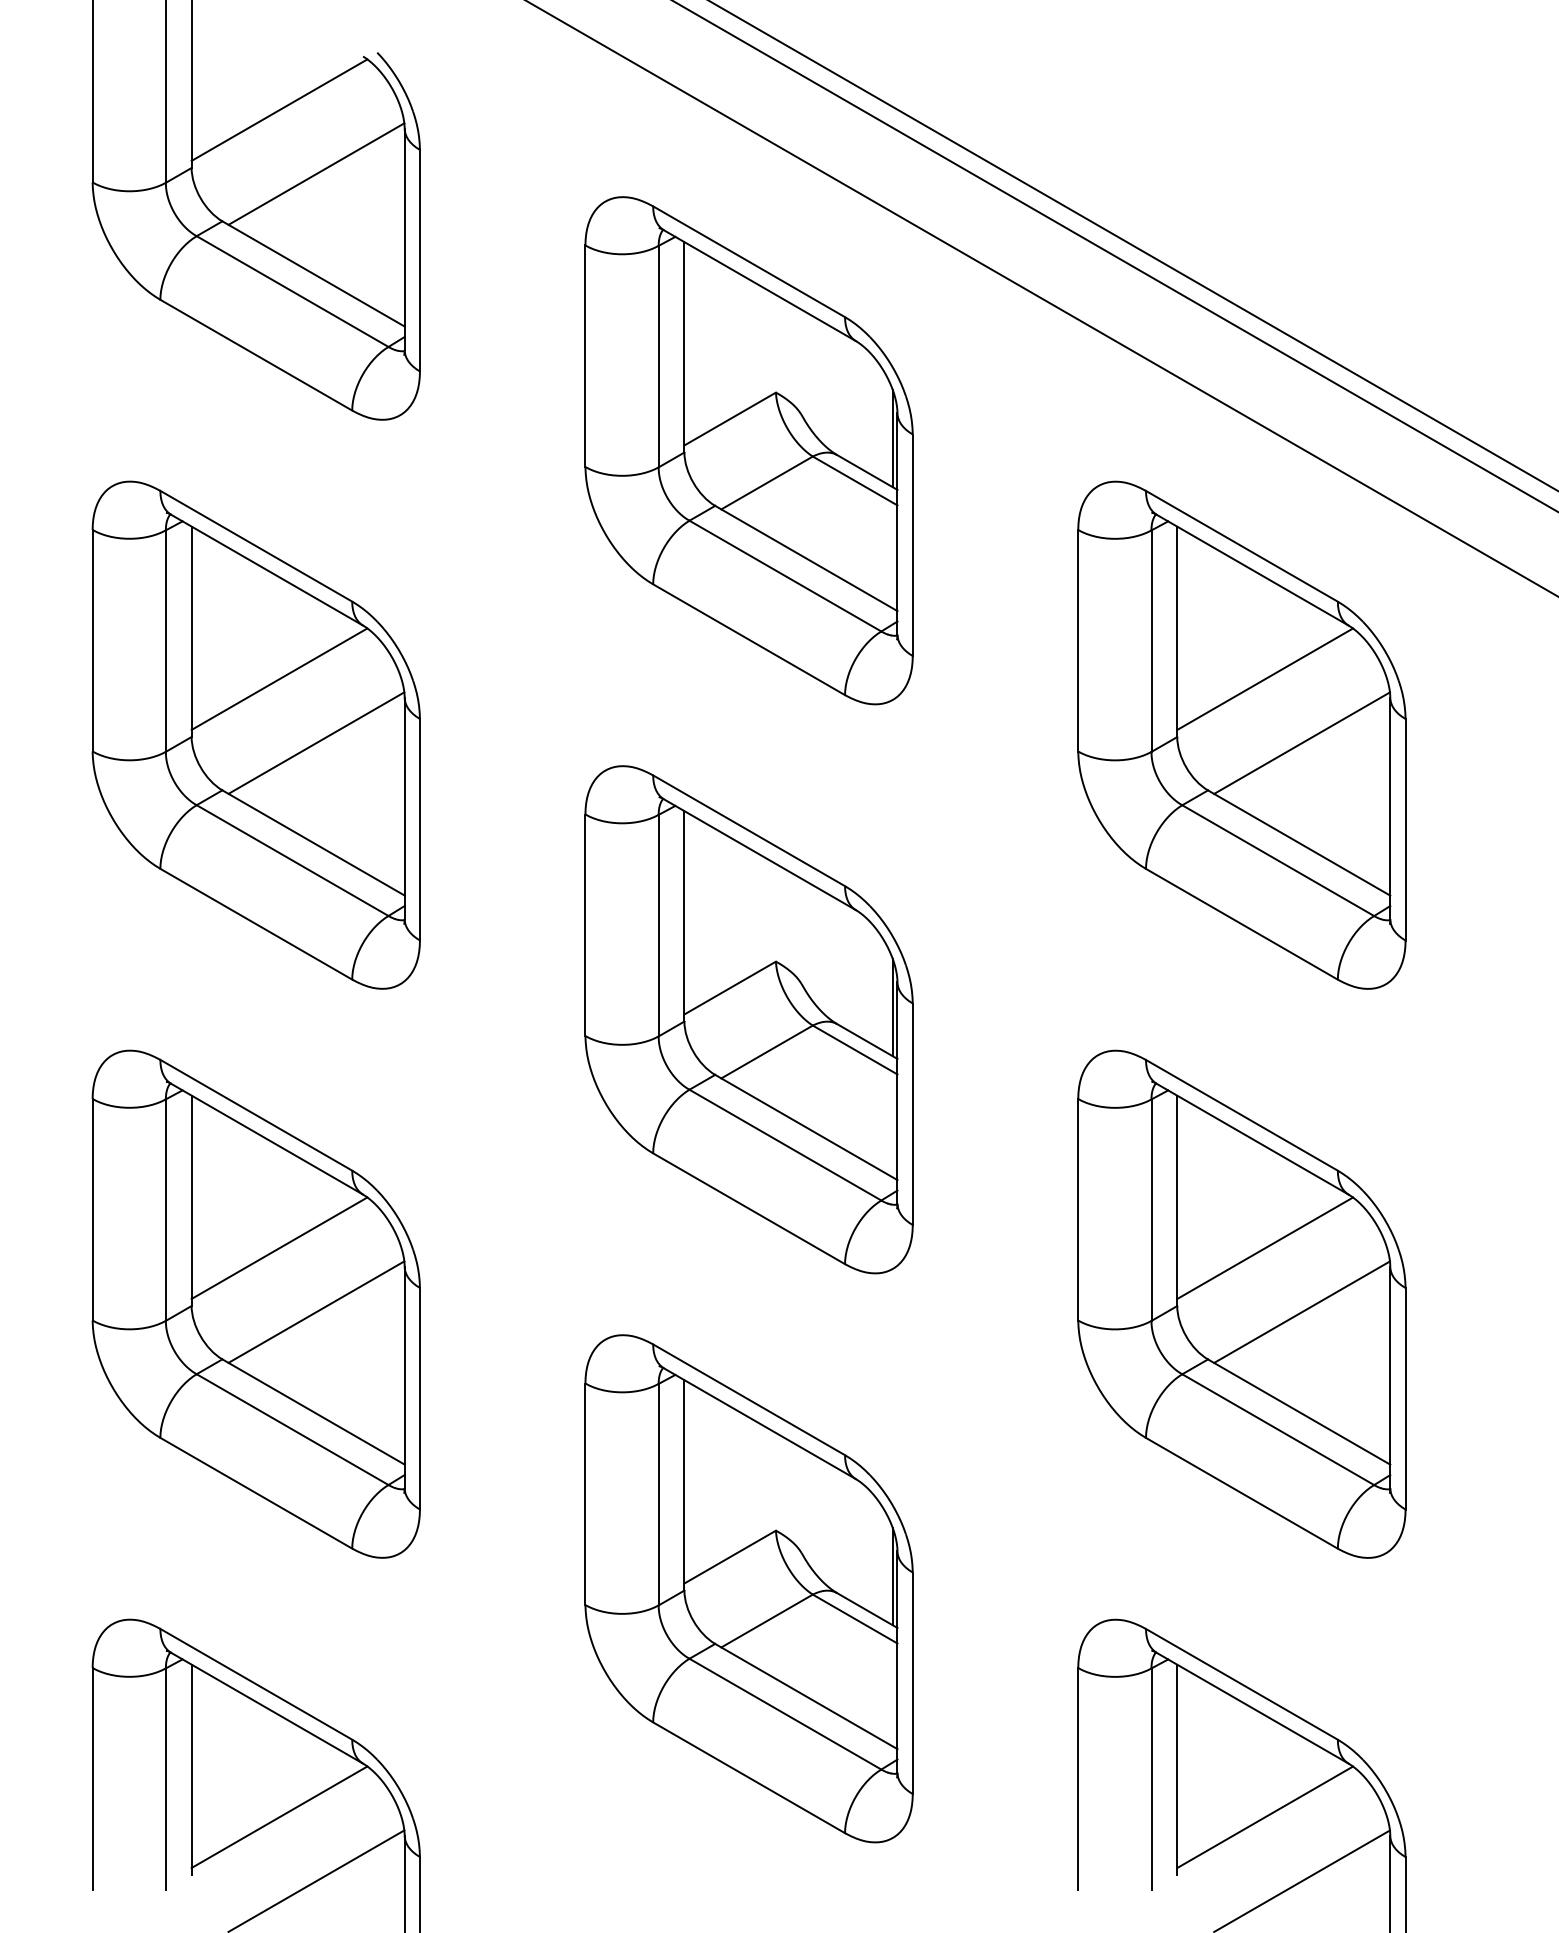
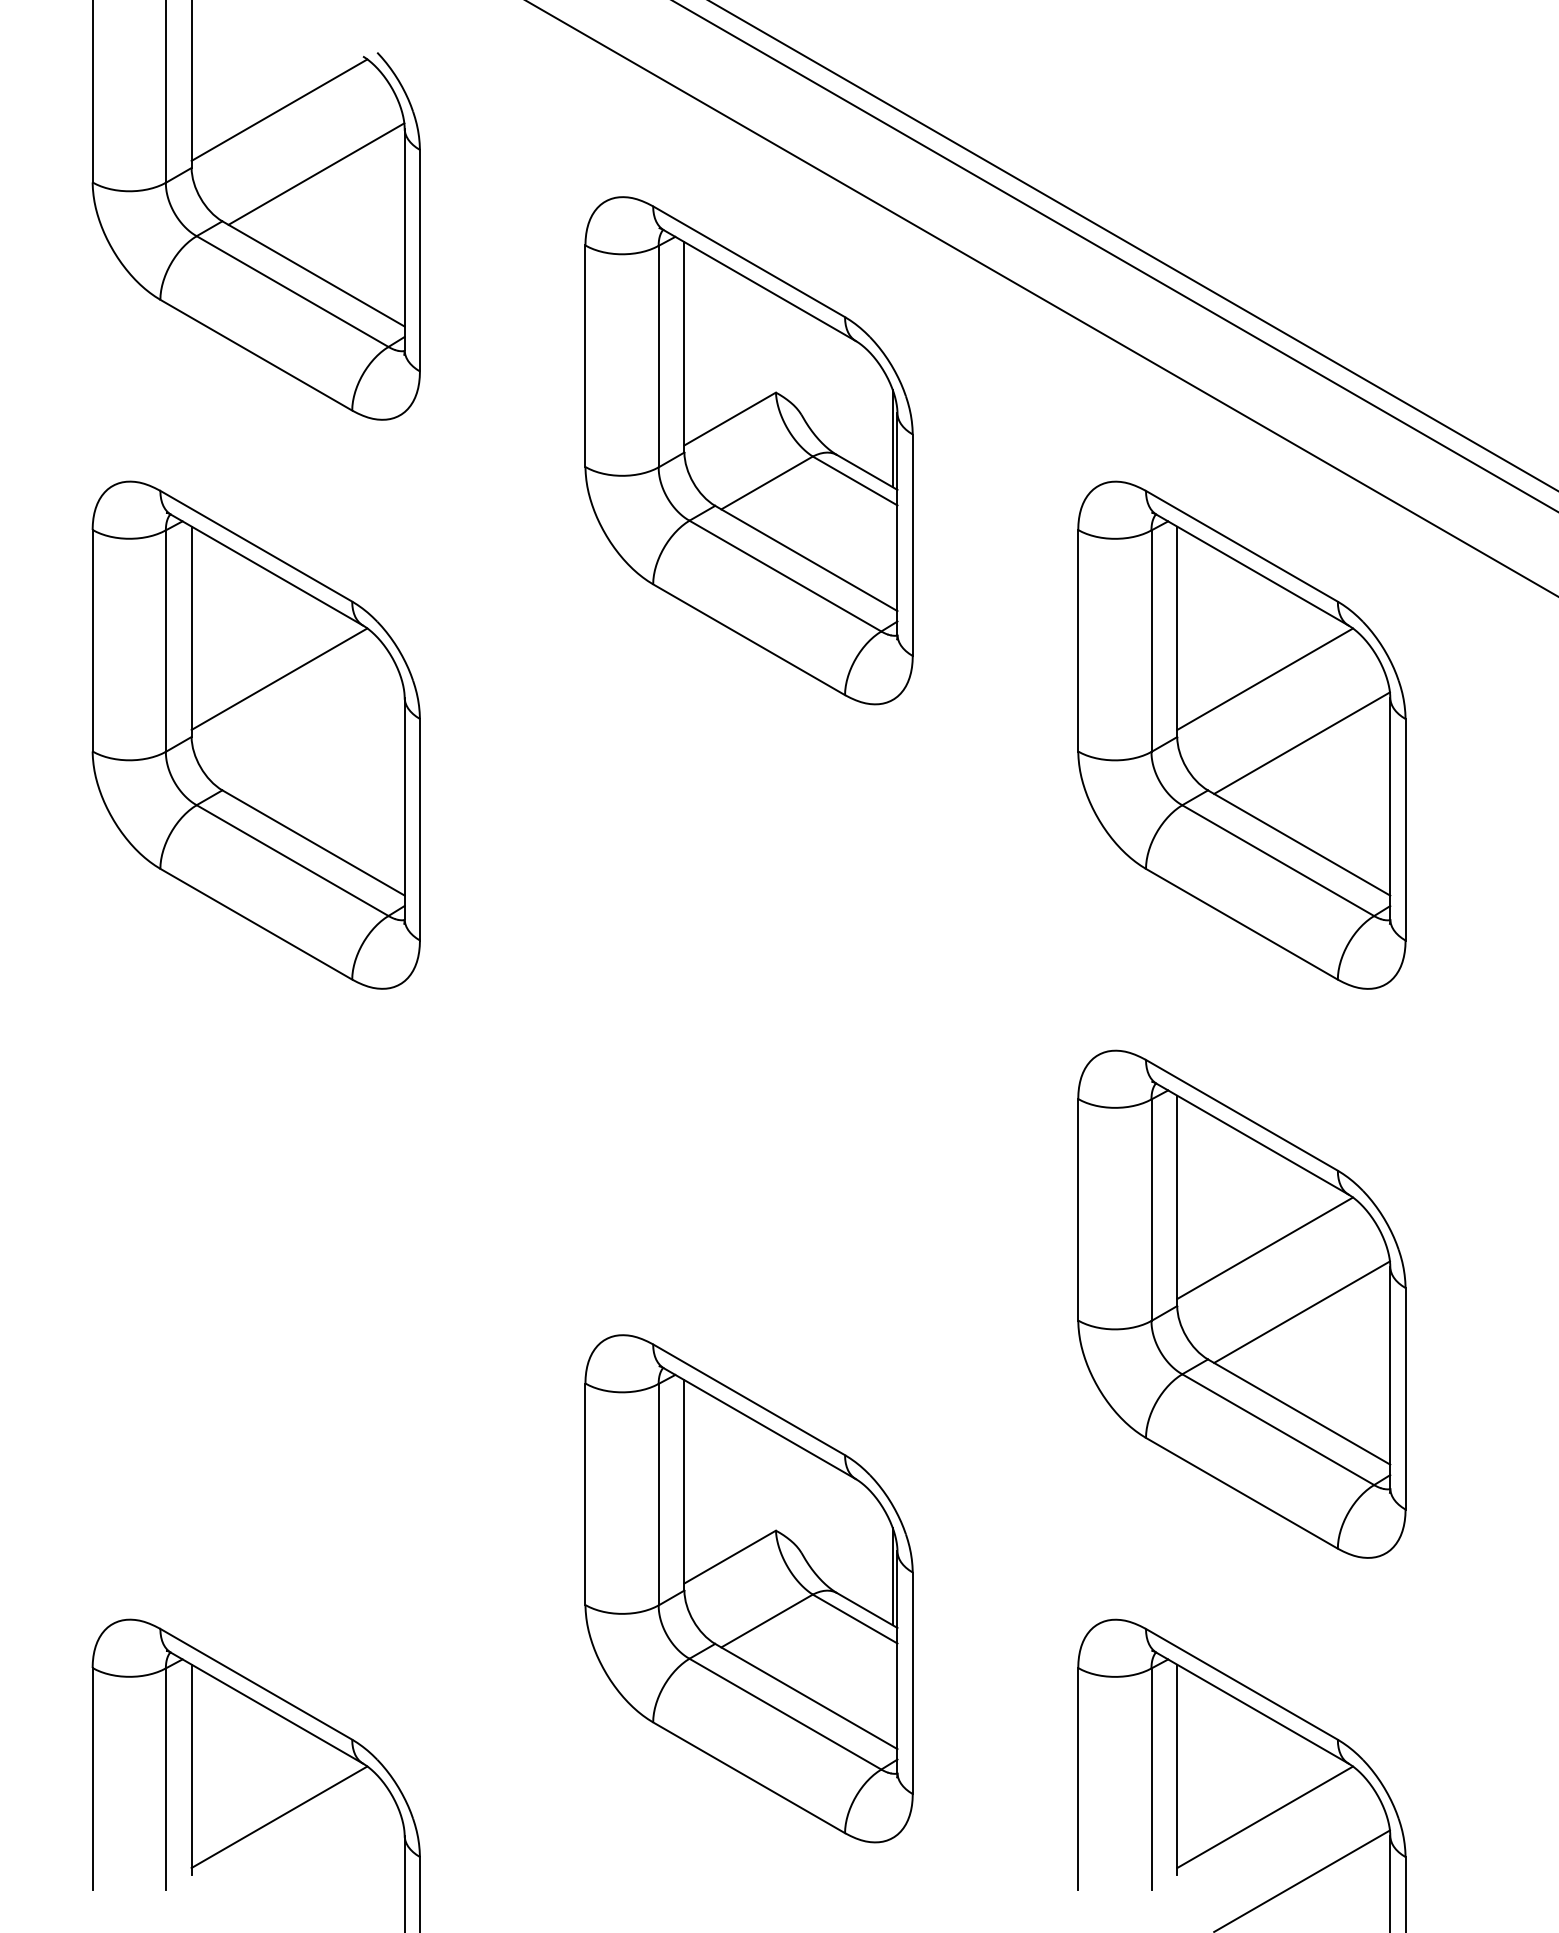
line at (316, 742): present -> none
part at (748, 1019): present -> none
part at (255, 1303): present -> none
line at (318, 1879): present -> none
